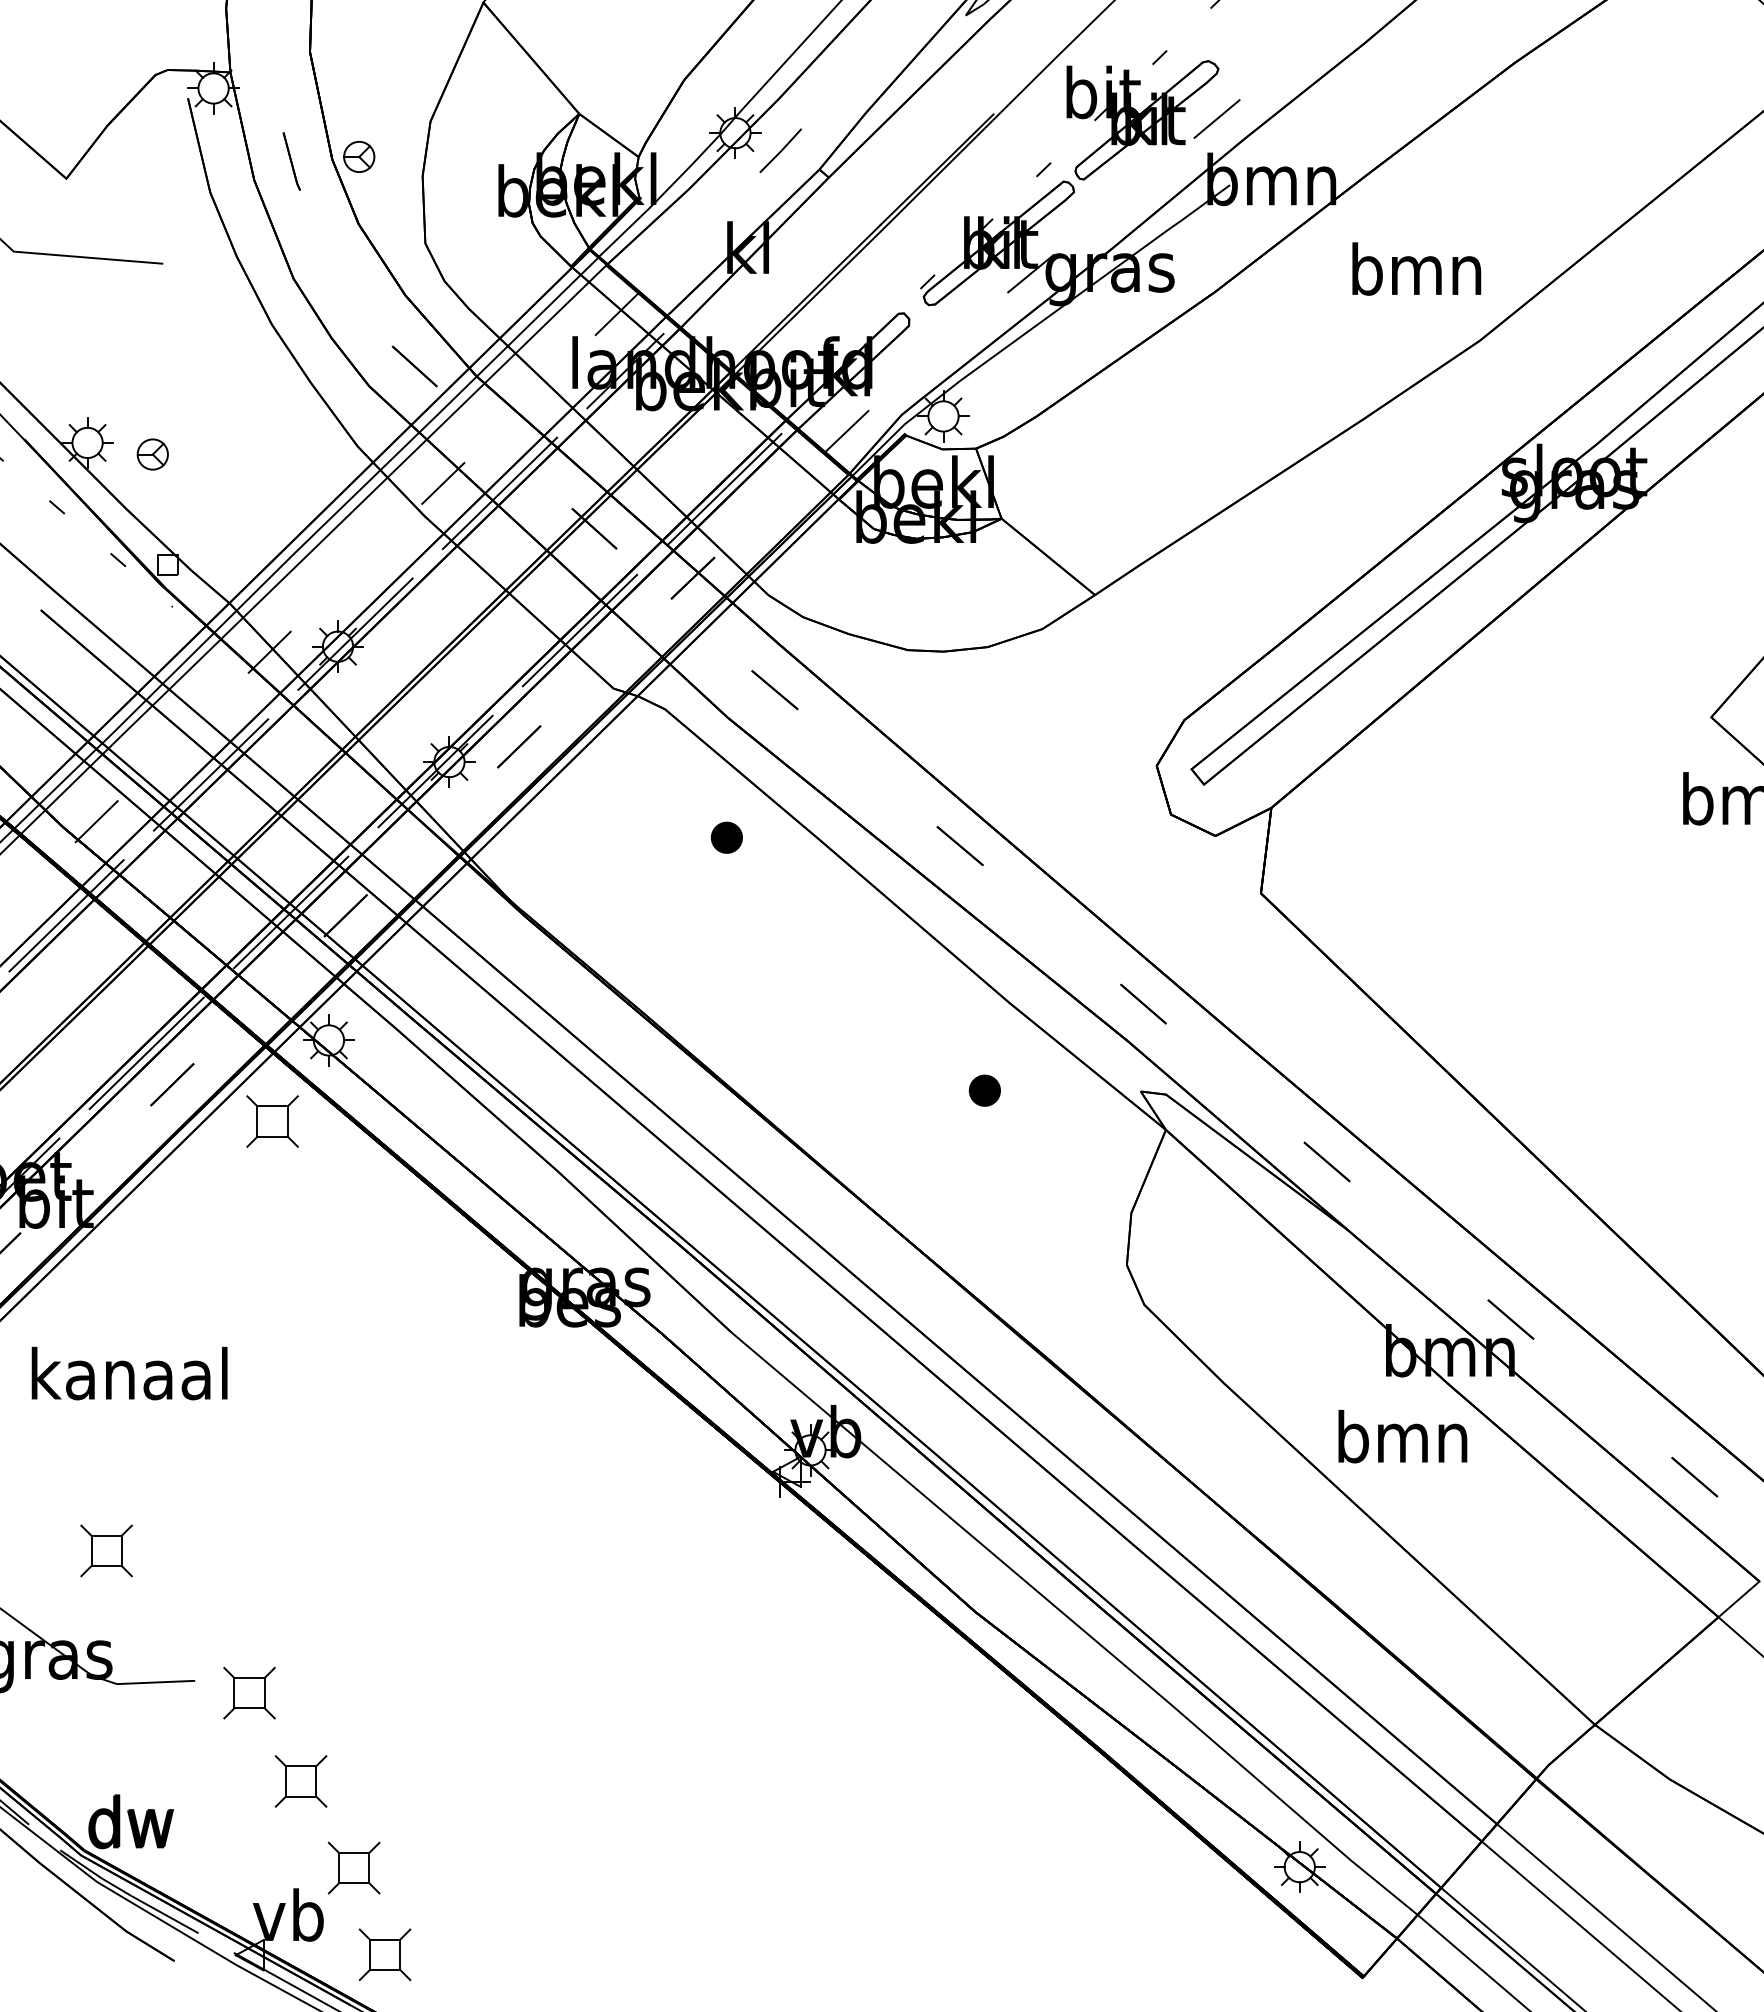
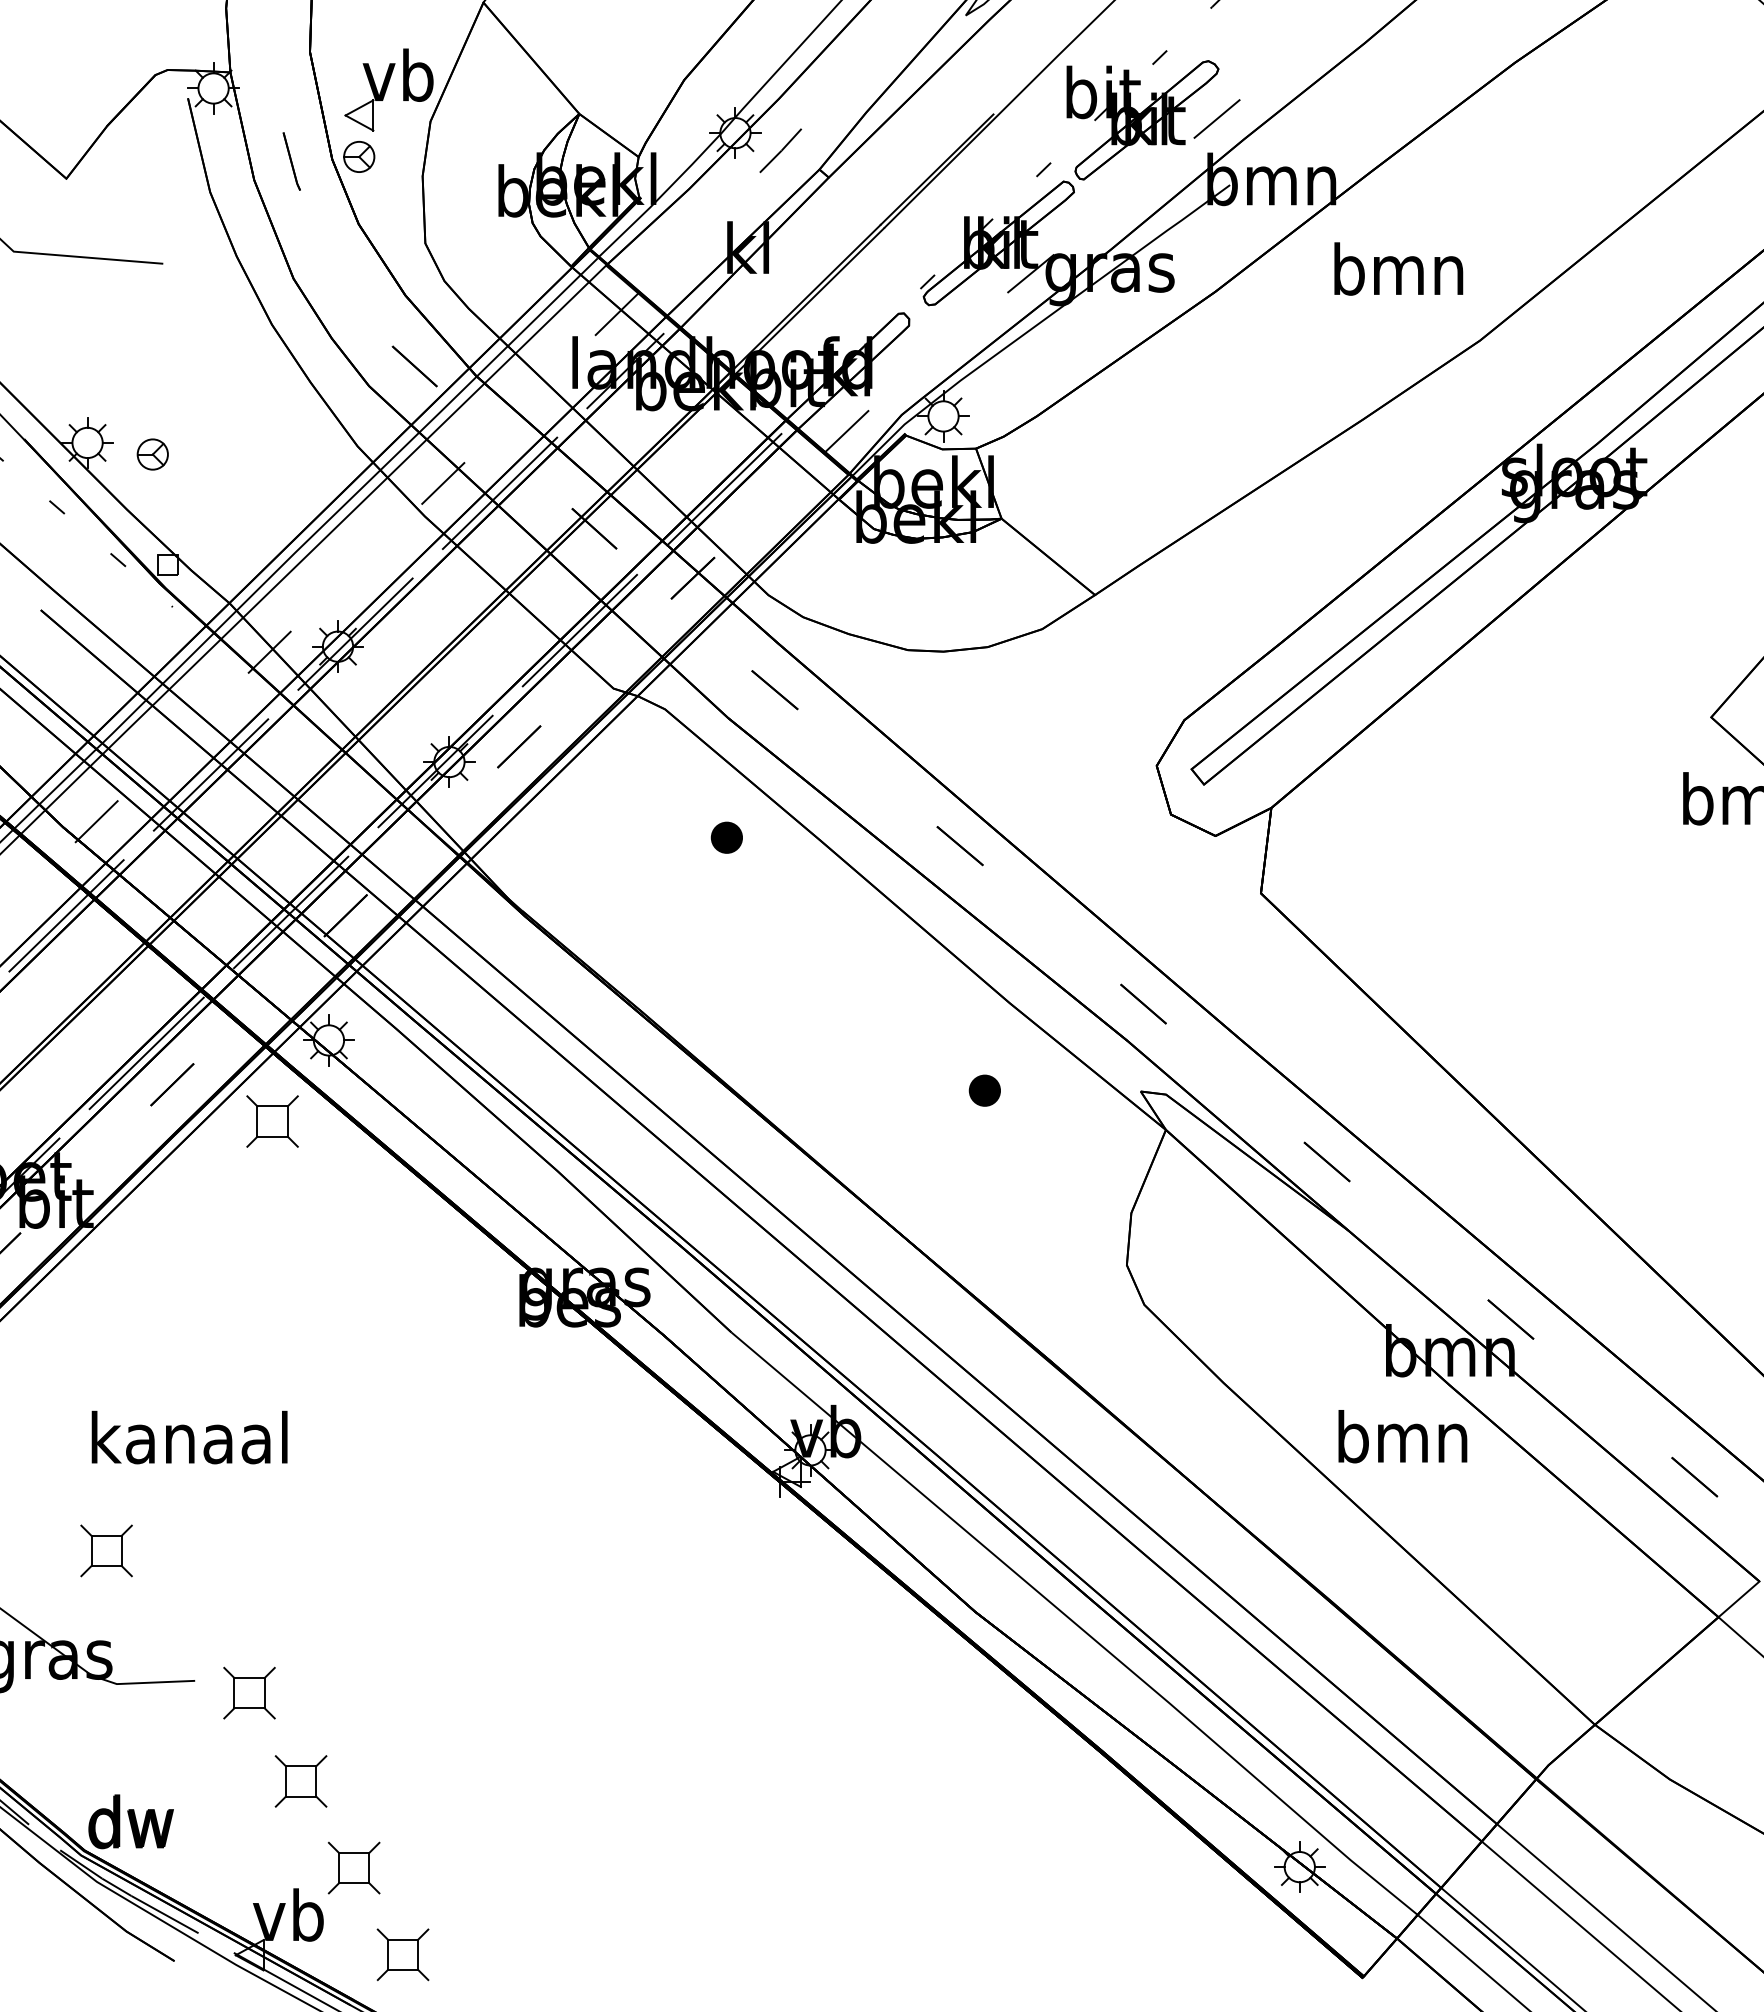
part at (388, 89): none -> present
text at (1416, 268) position: (1416, 268) -> (1398, 268)
text at (129, 1373) position: (129, 1373) -> (189, 1437)
part at (384, 1954) position: (384, 1954) -> (402, 1954)
